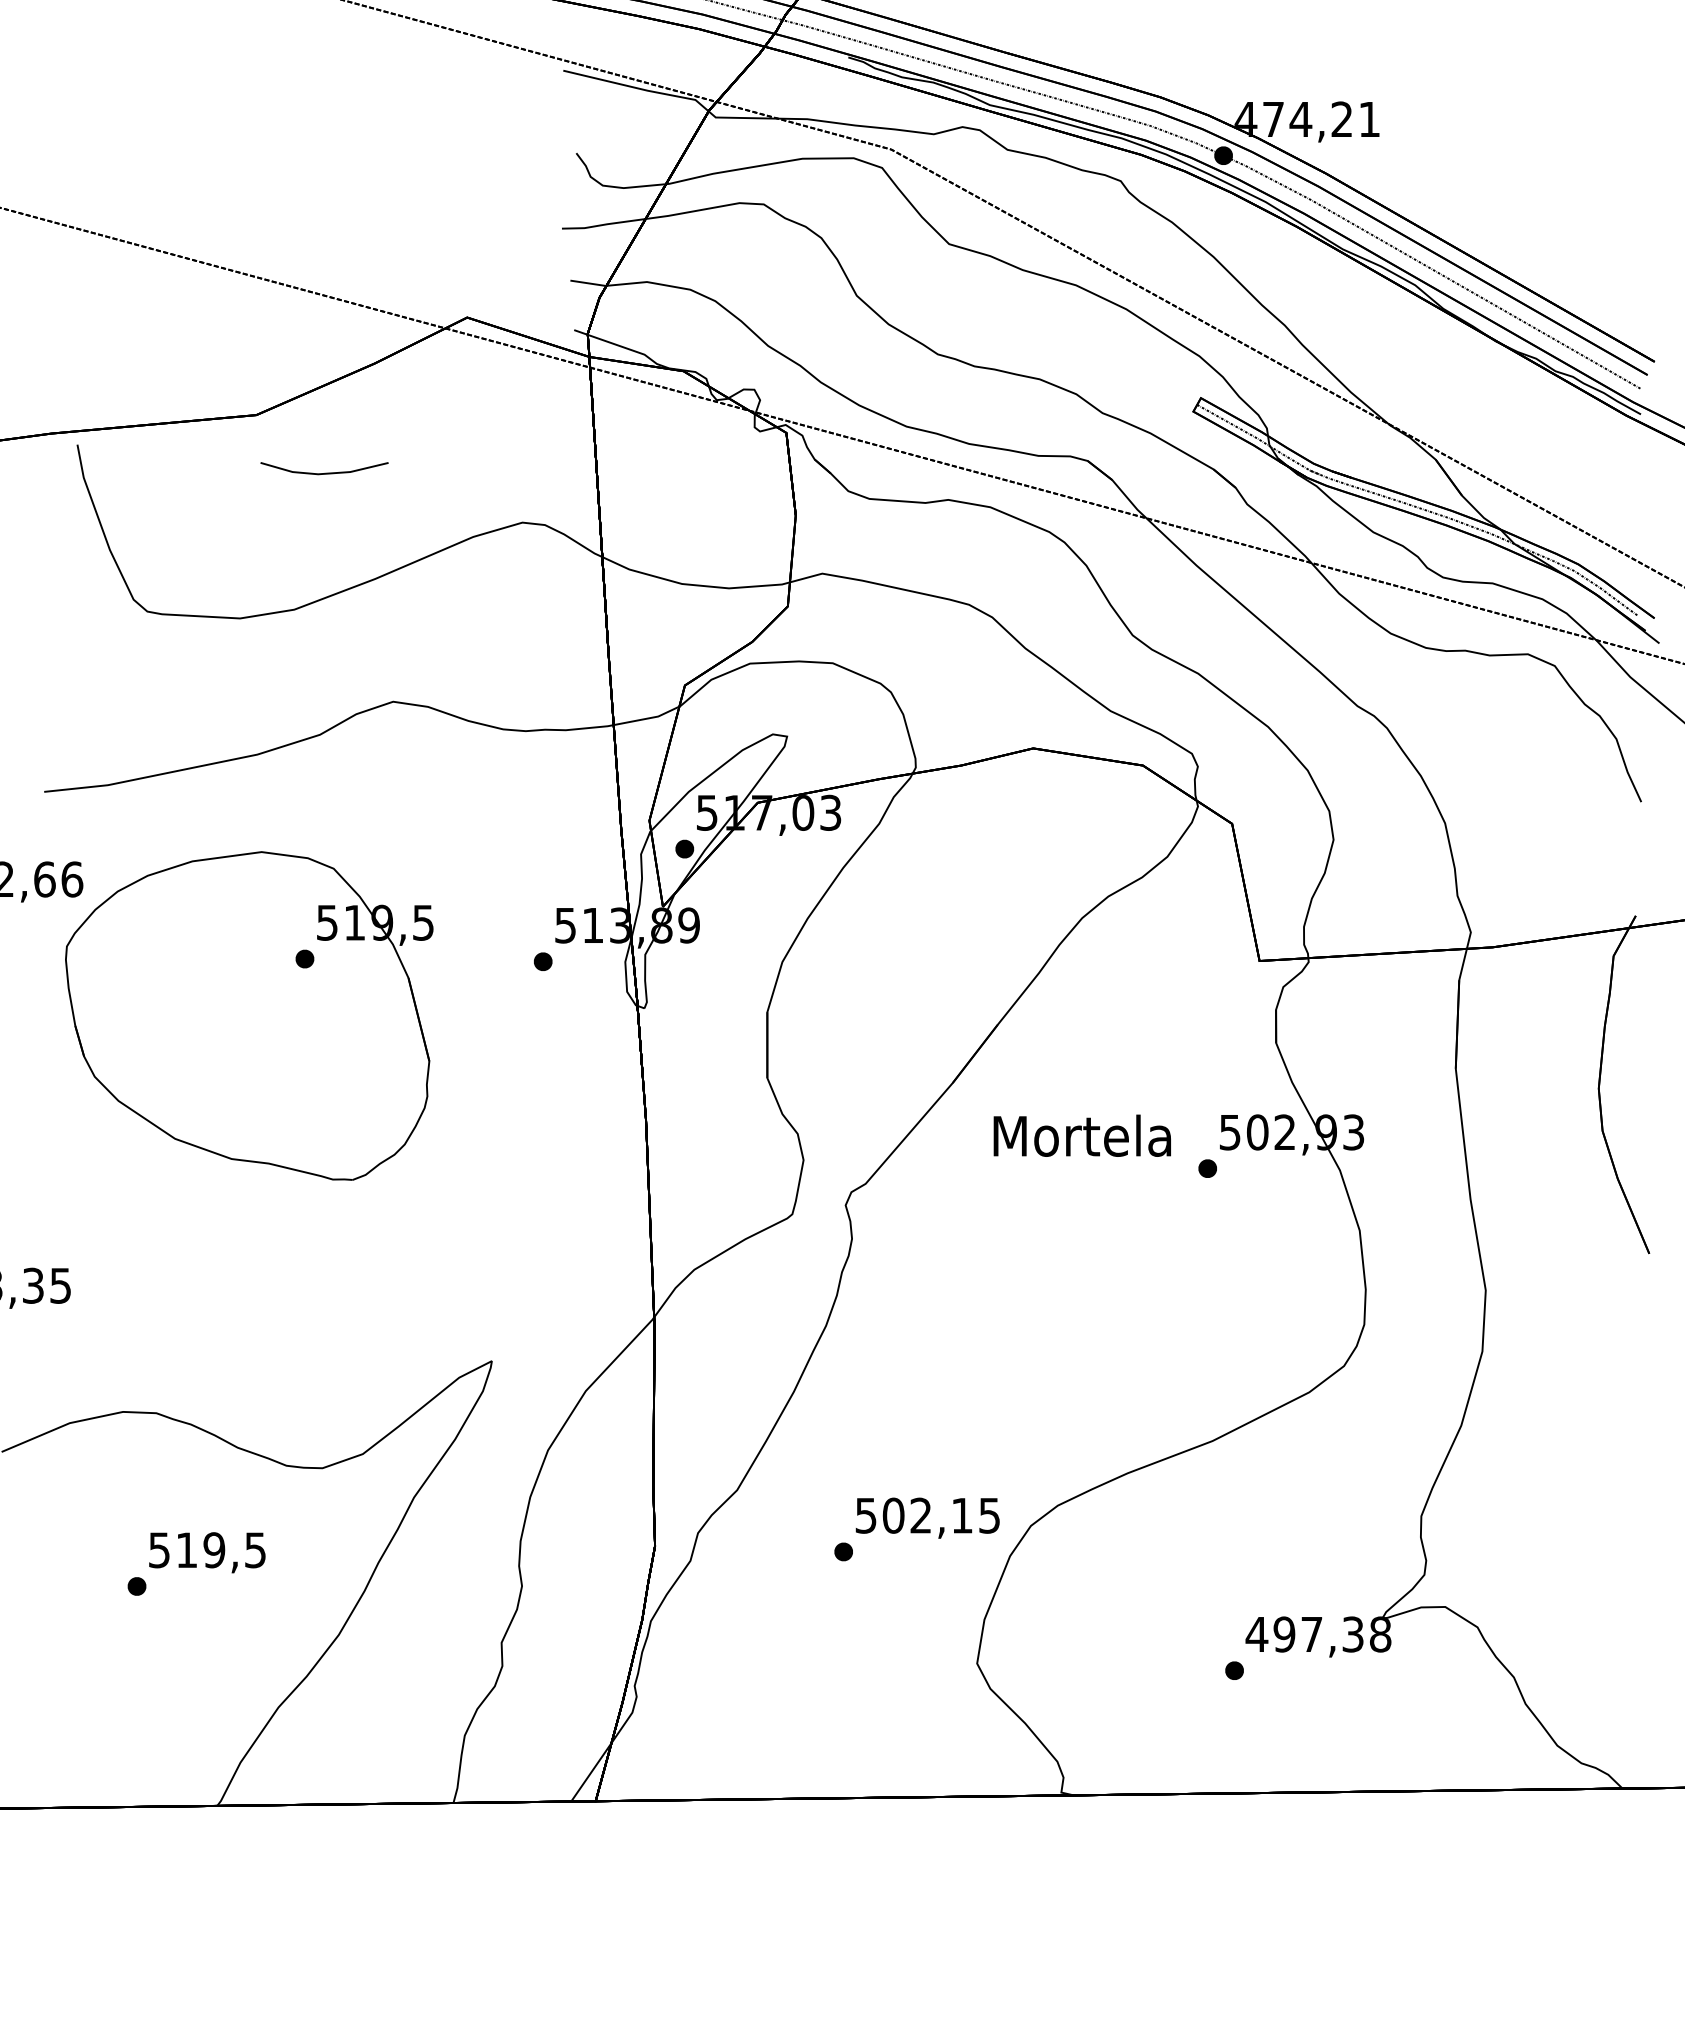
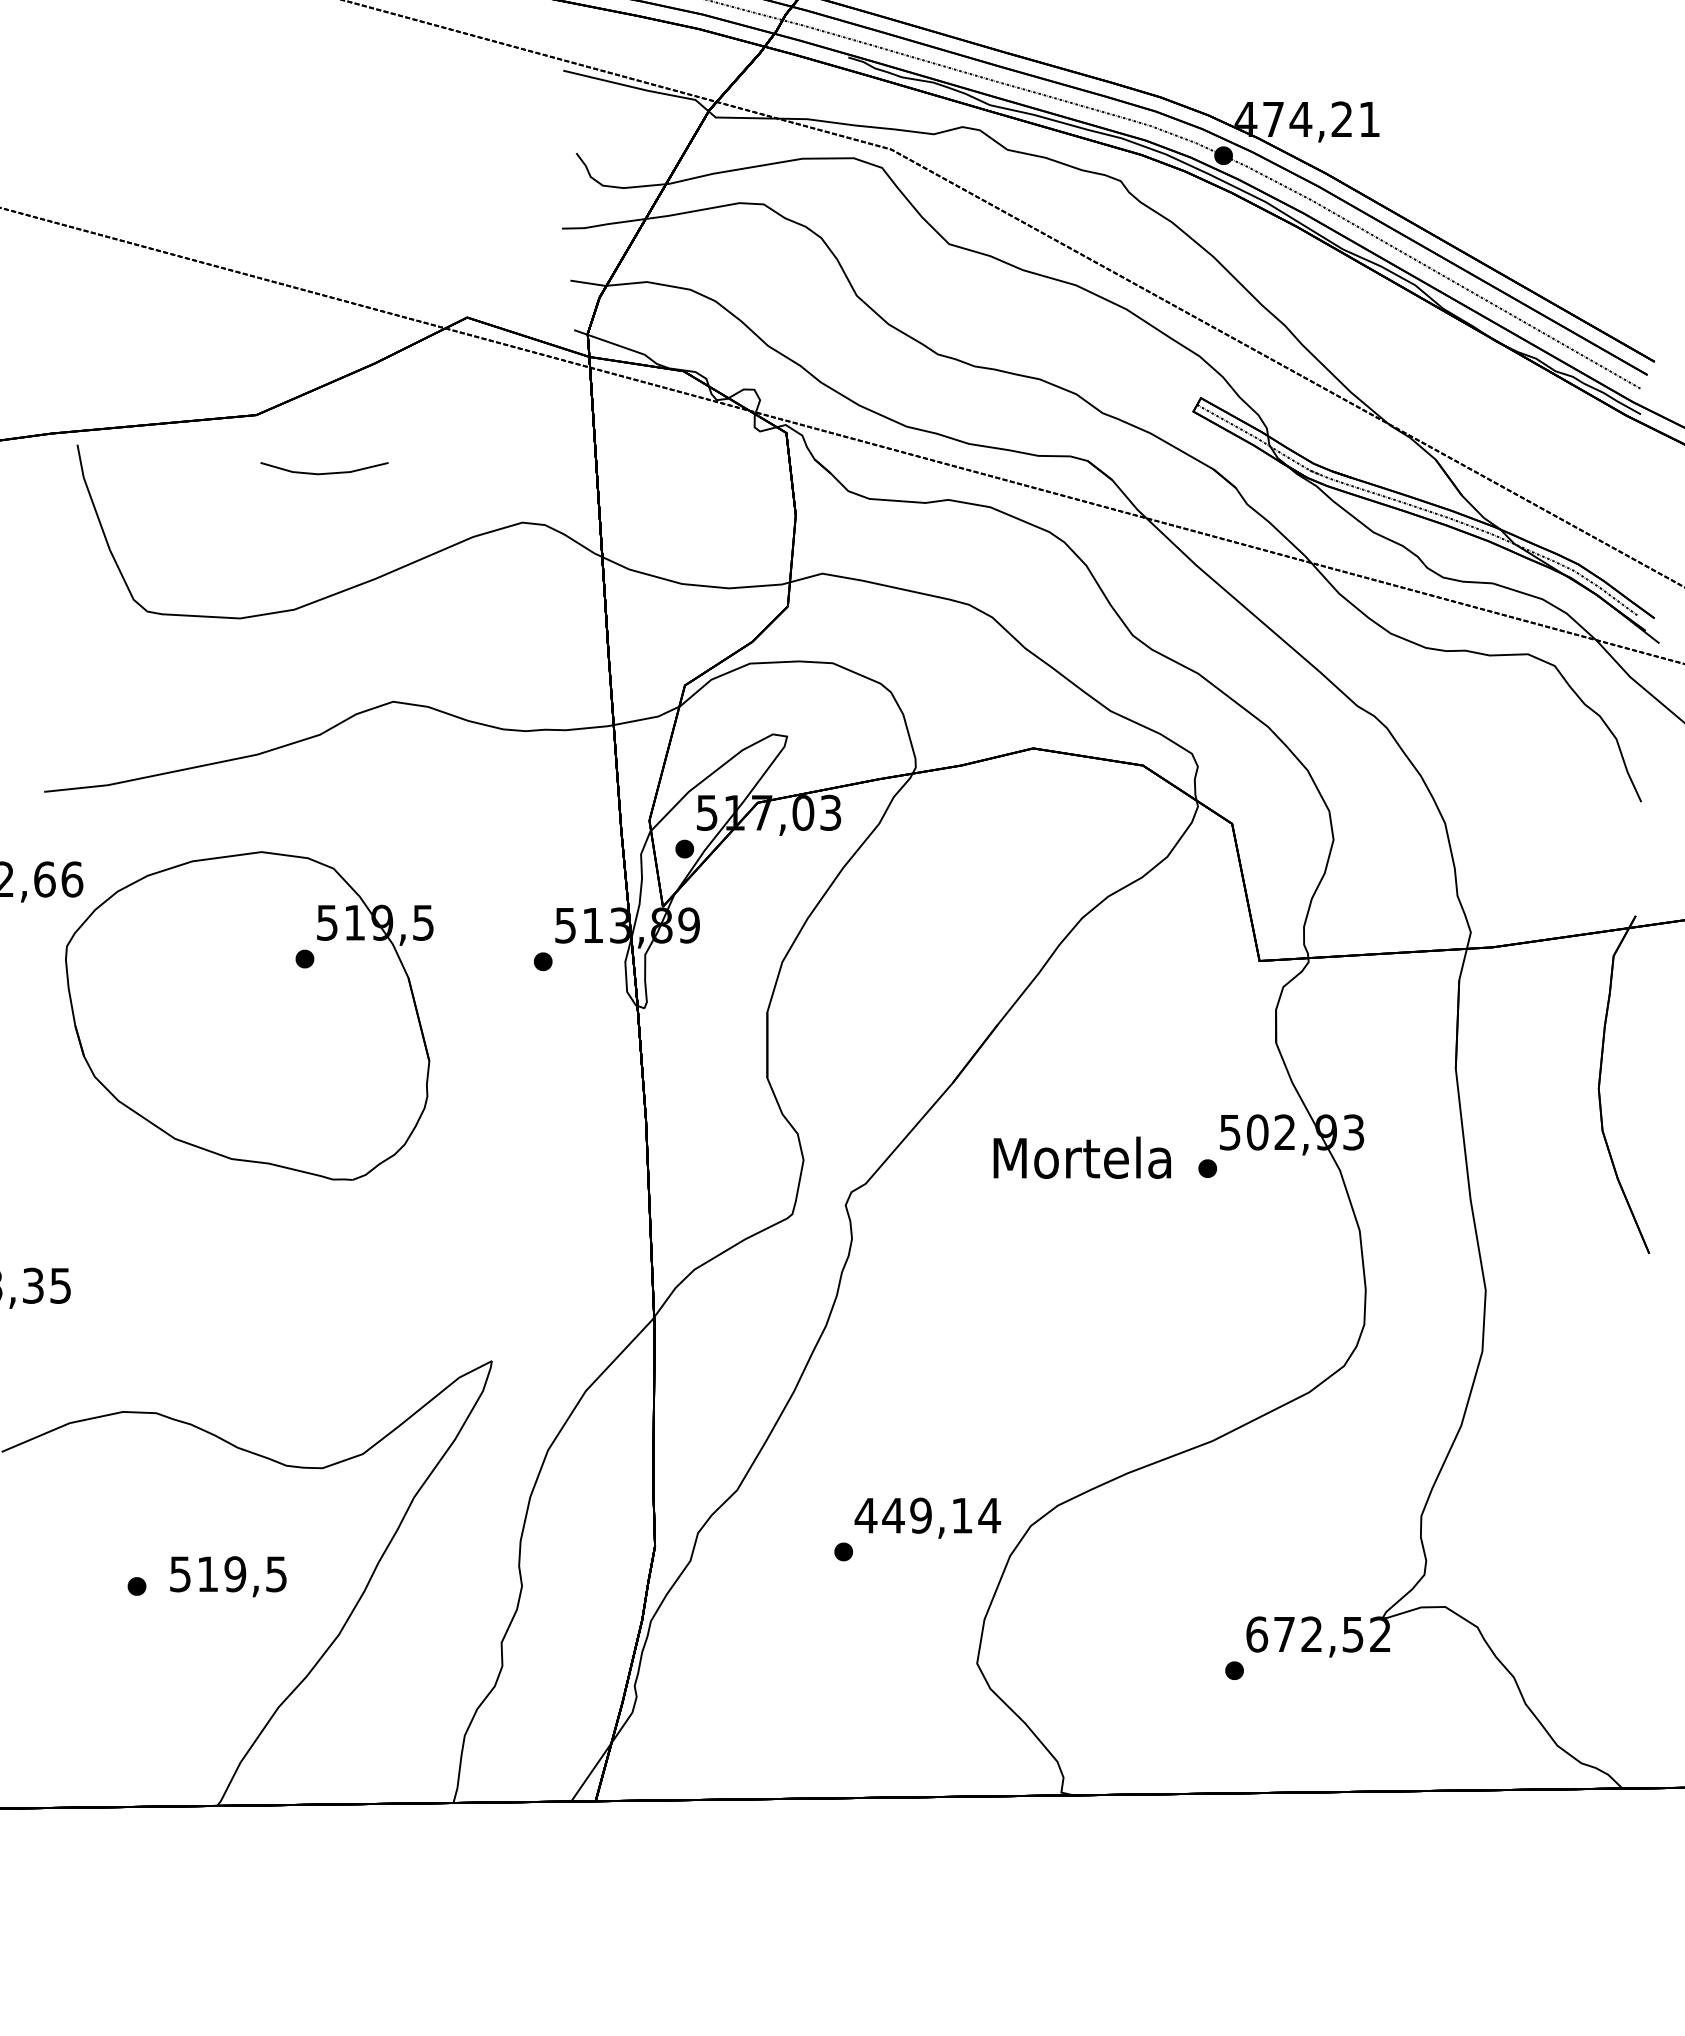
text at (1081, 1135) position: (1081, 1135) -> (1081, 1157)
text at (927, 1515): 502,15 -> 449,14
text at (207, 1552) position: (207, 1552) -> (228, 1576)
text at (1318, 1634): 497,38 -> 672,52
